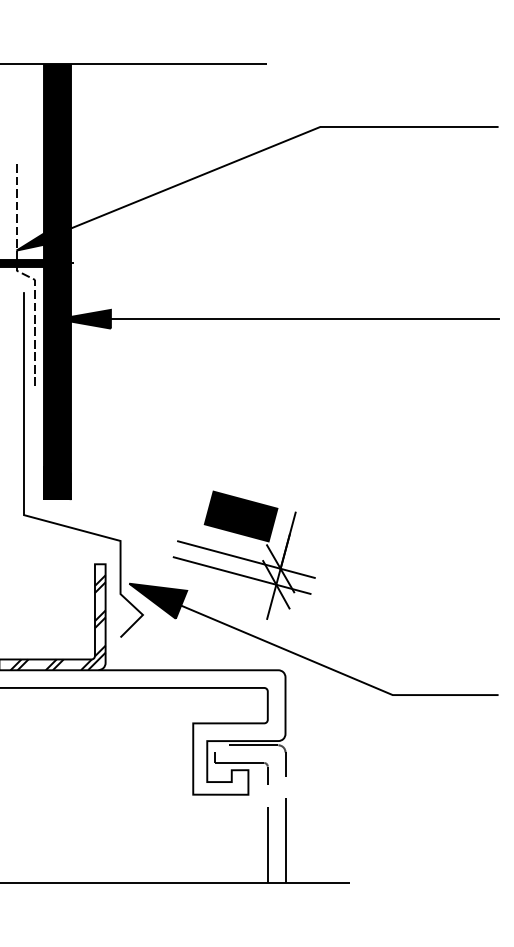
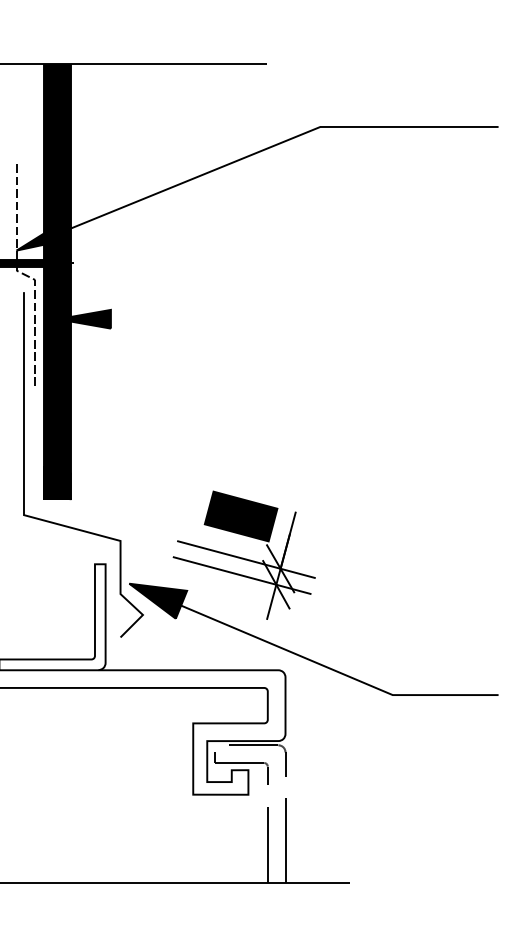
line at (277, 319): present -> none
hatch at (57, 622): present -> none
